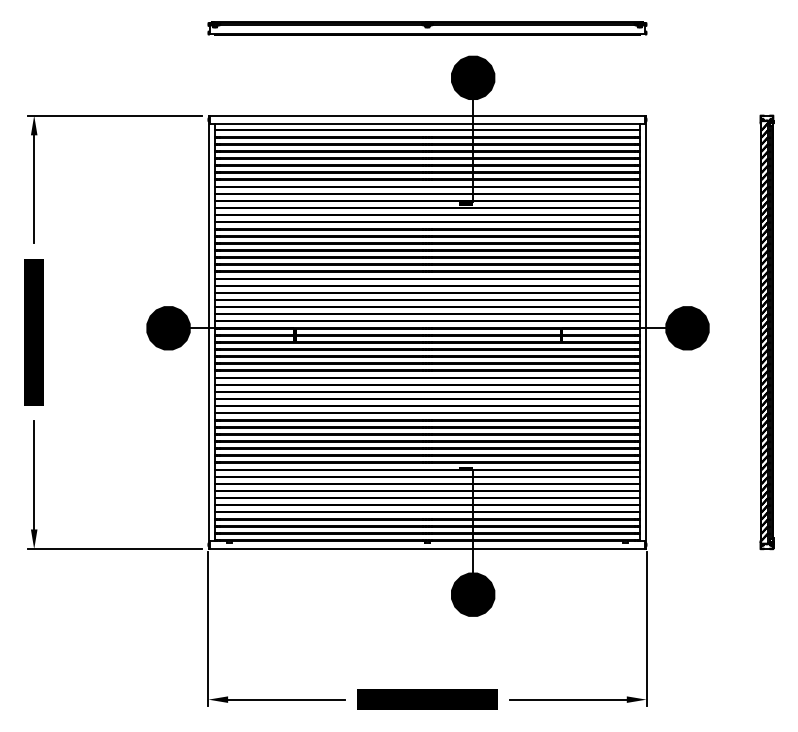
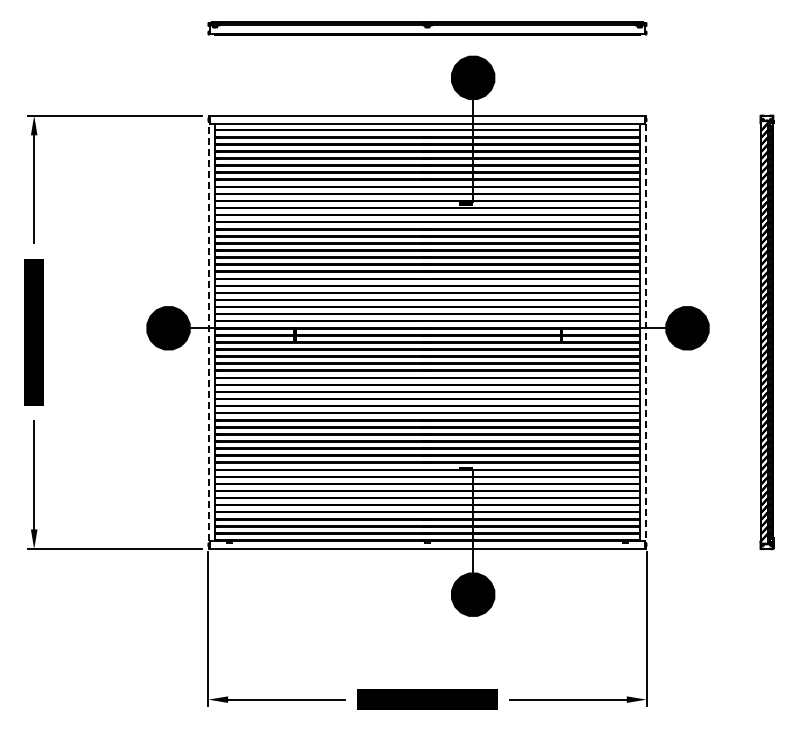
line at (208, 332): solid -> dashed
line at (645, 332): solid -> dashed
